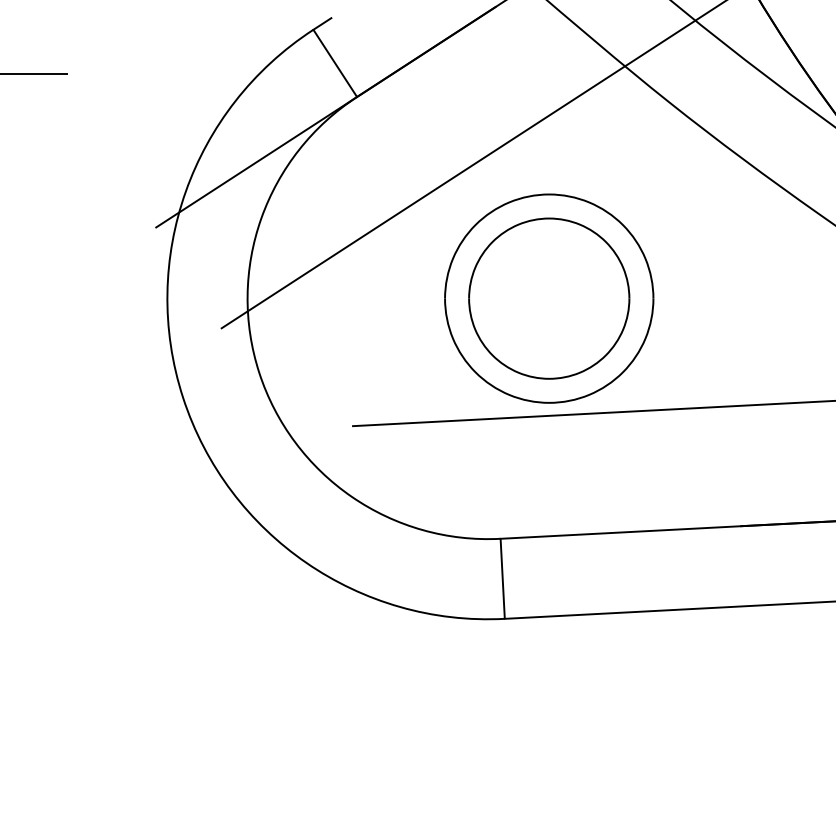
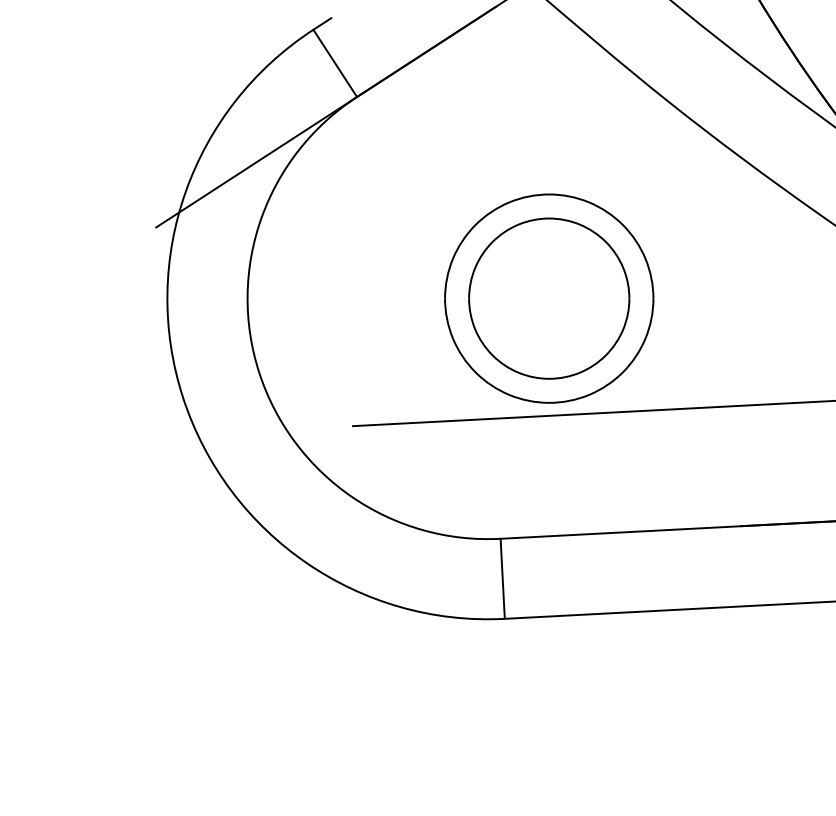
line at (34, 74): present -> none
line at (472, 165): present -> none
